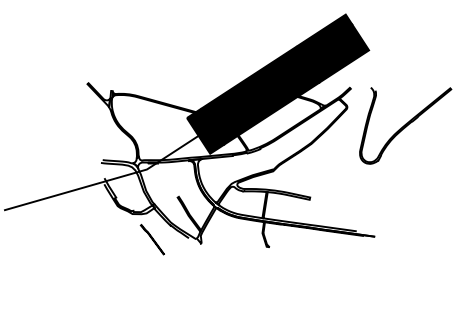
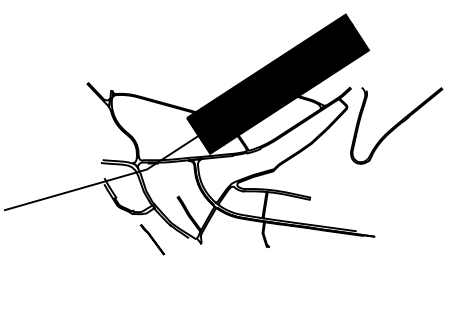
part at (405, 125) position: (405, 125) -> (396, 125)
